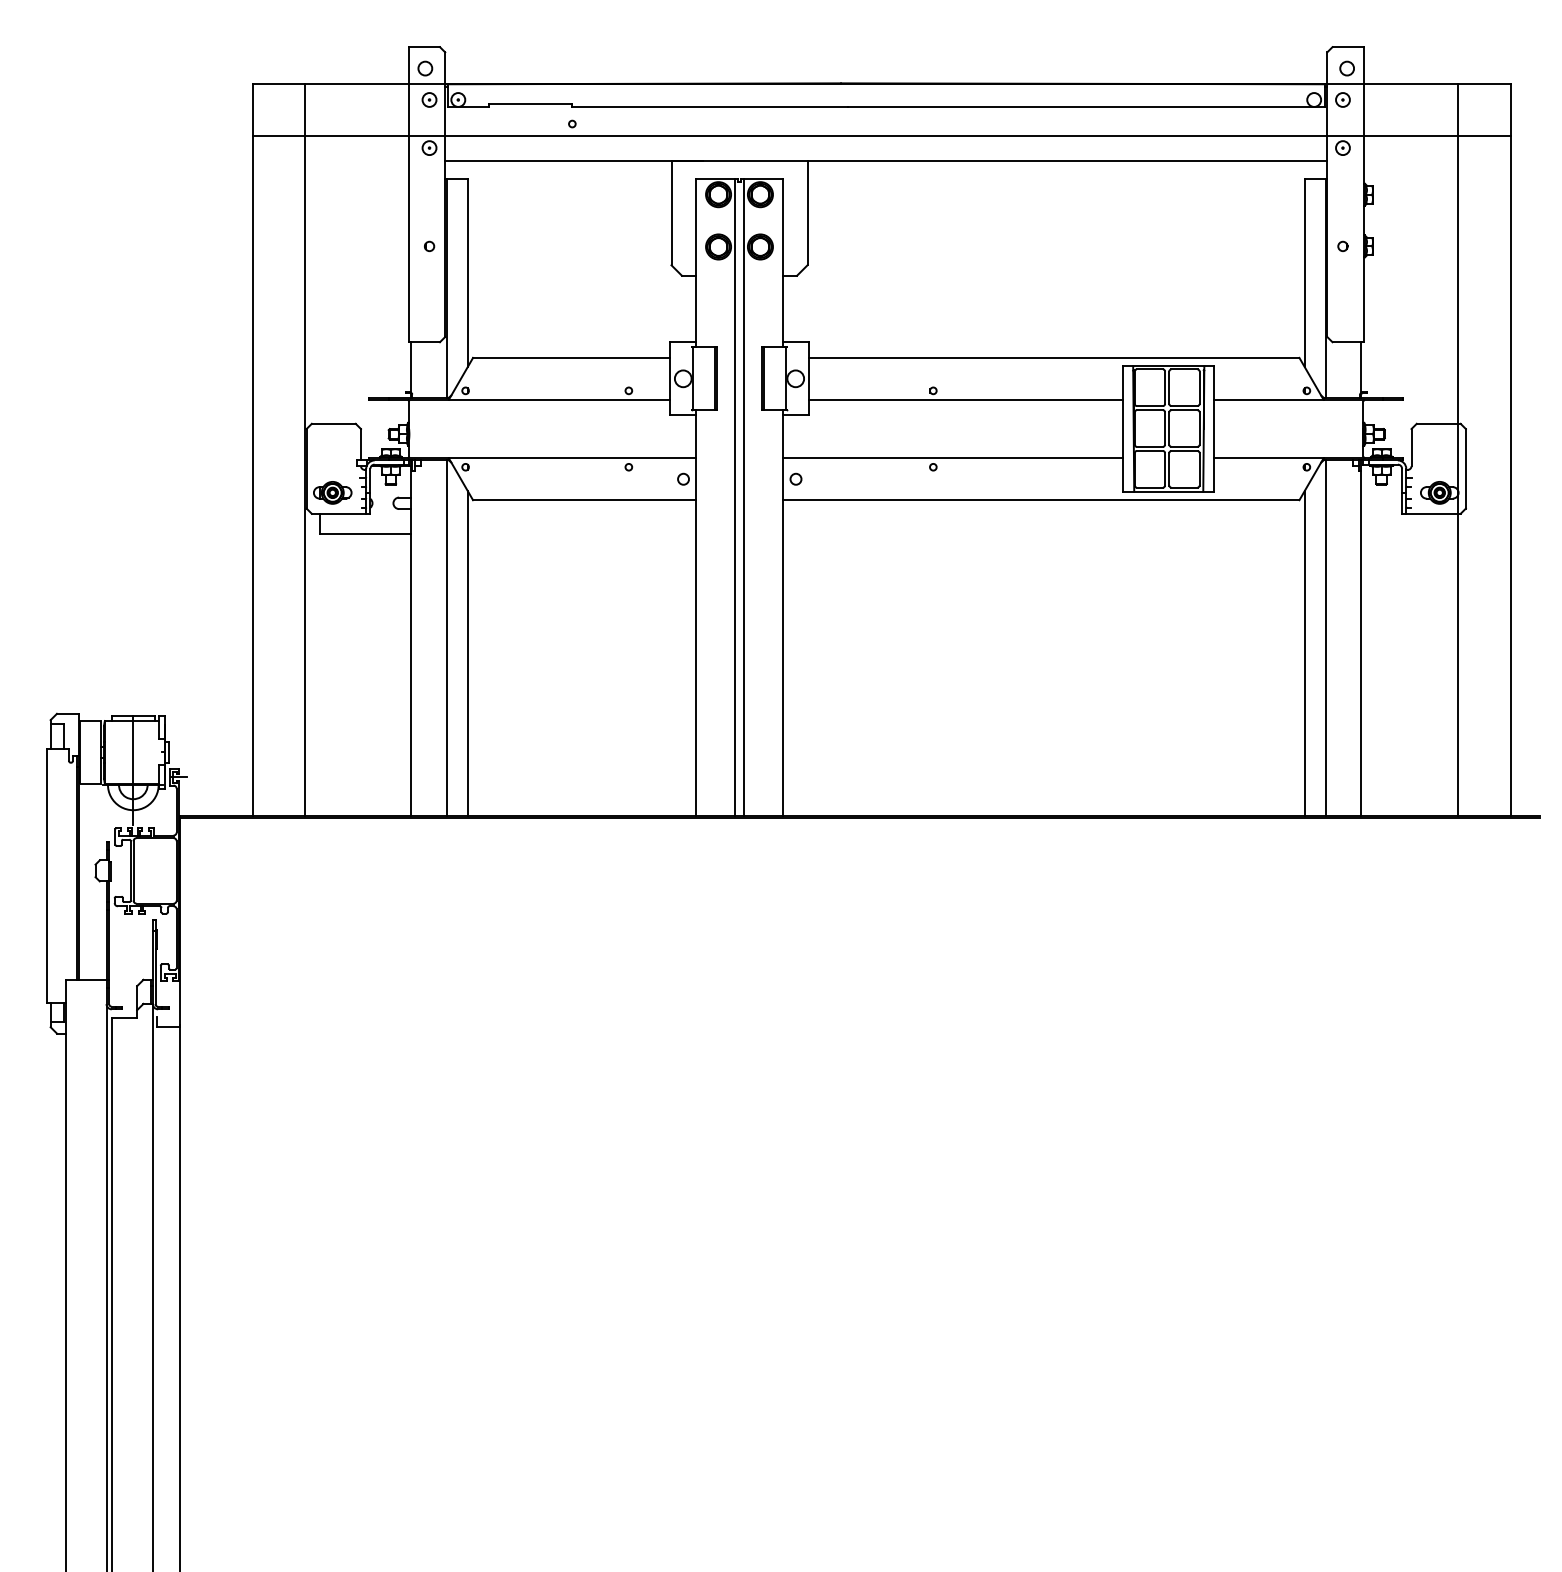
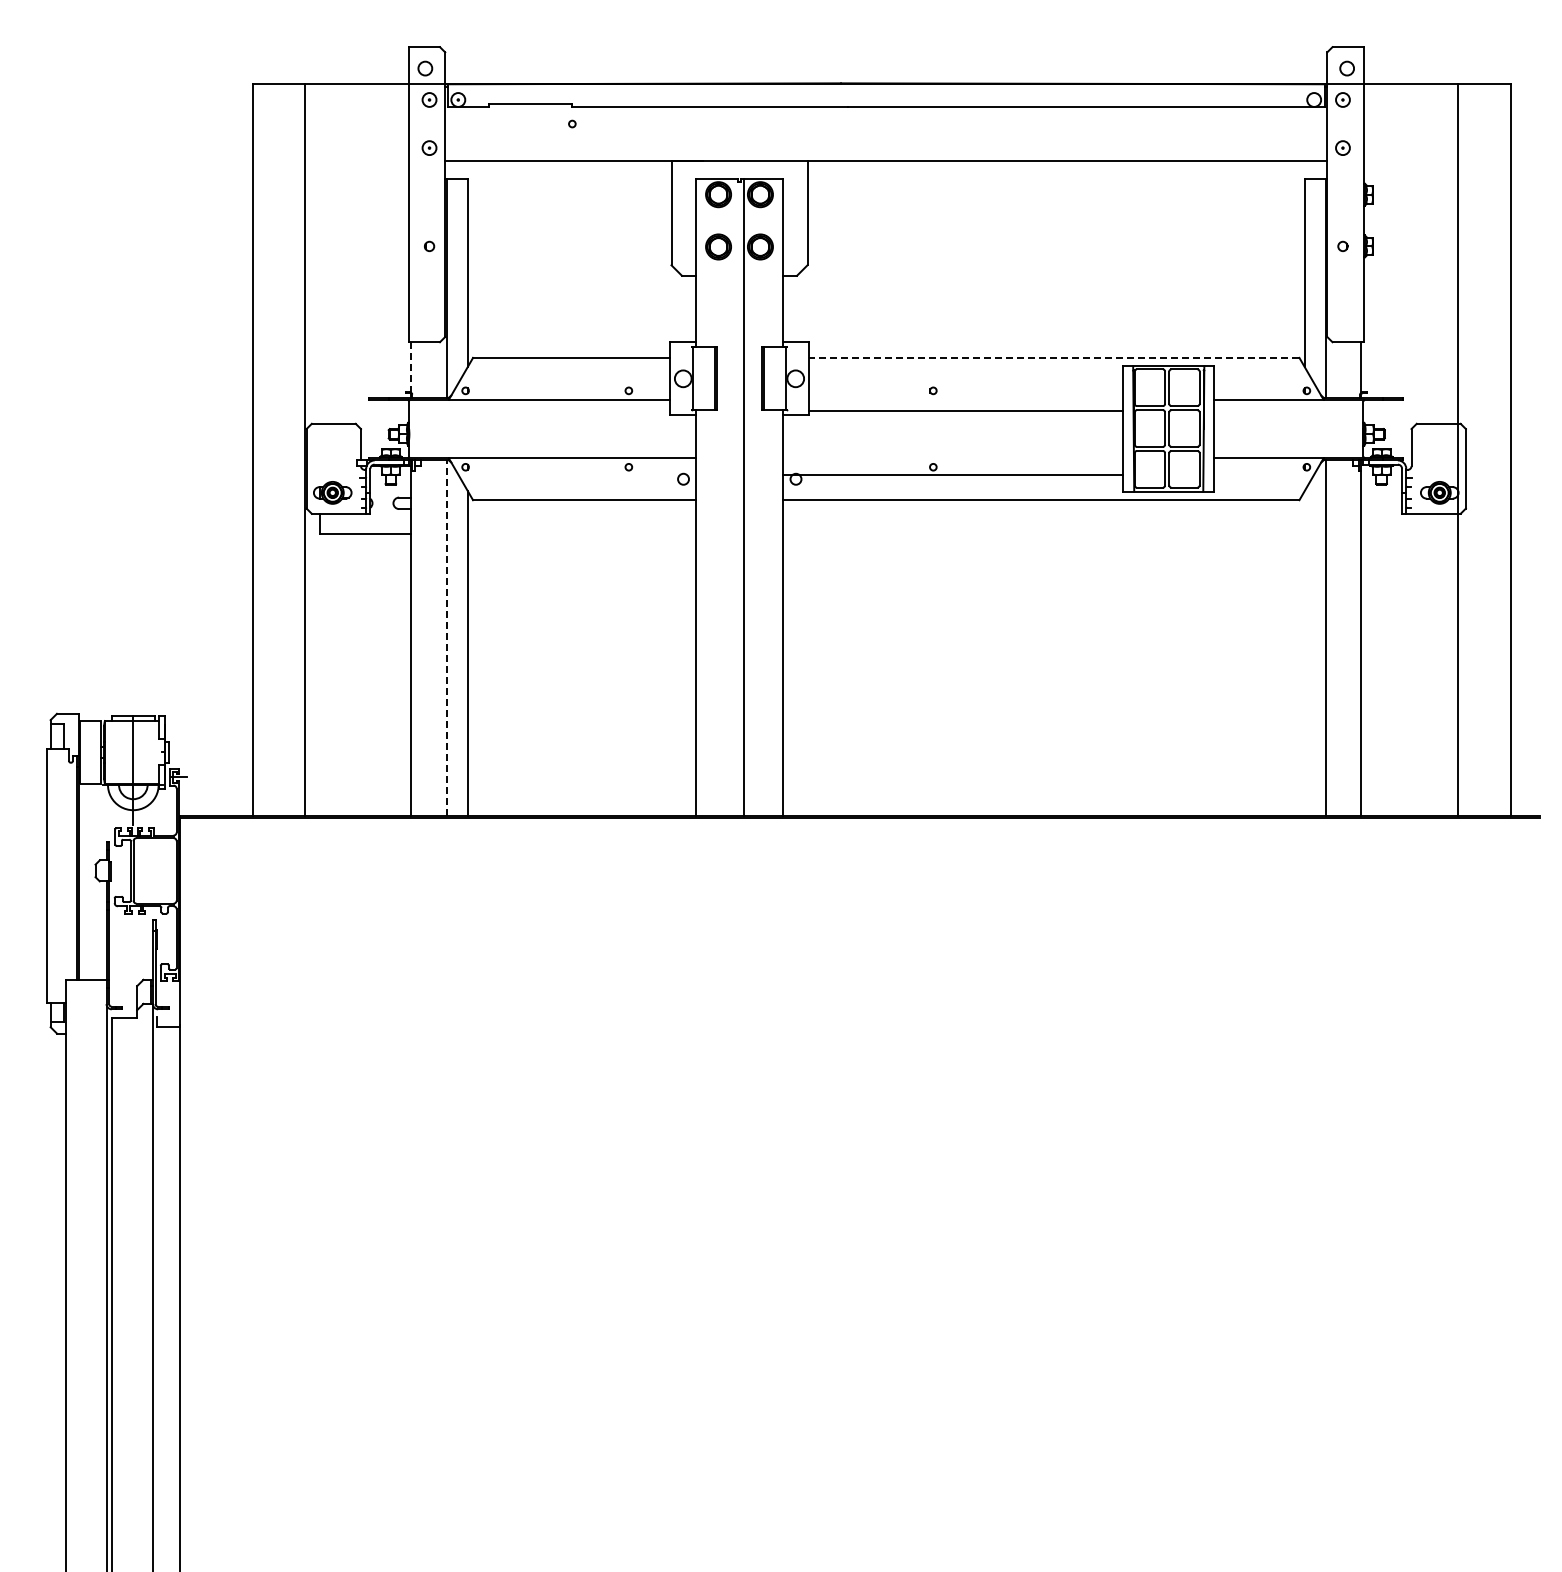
line at (881, 136): present -> none
line at (1053, 357): solid -> dashed
line at (411, 366): solid -> dashed
line at (966, 399) position: (966, 399) -> (966, 410)
line at (952, 458) position: (952, 458) -> (952, 475)
line at (735, 497): present -> none
line at (446, 638): solid -> dashed
line at (1304, 653): present -> none
